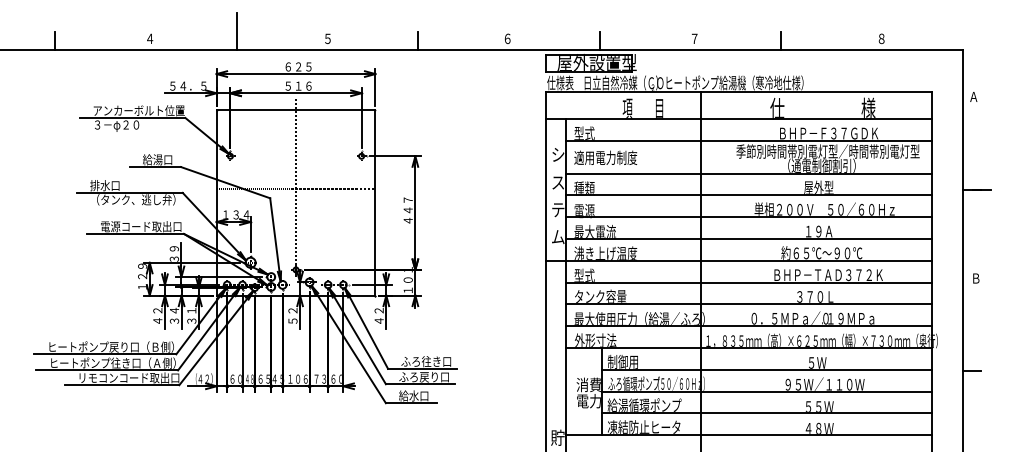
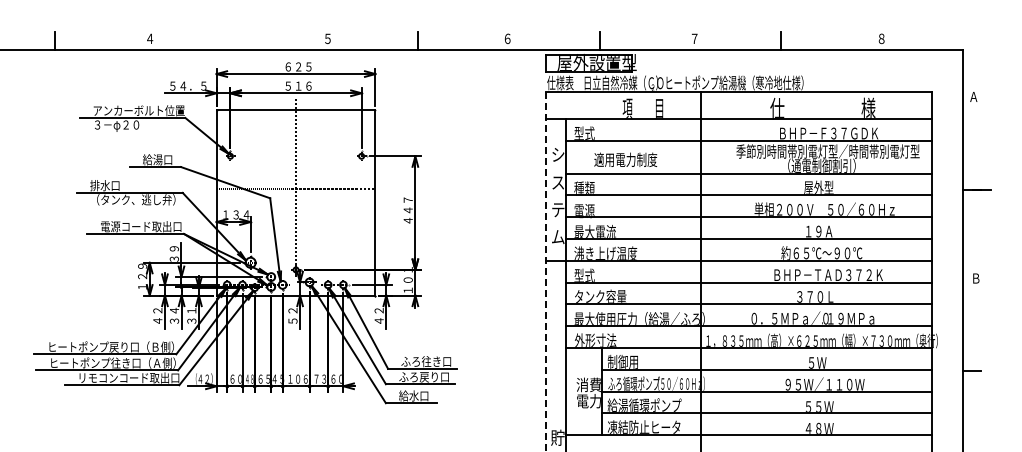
line at (236, 31): present -> none
text at (605, 157) position: (605, 157) -> (625, 159)
line at (546, 271): solid -> dashed
